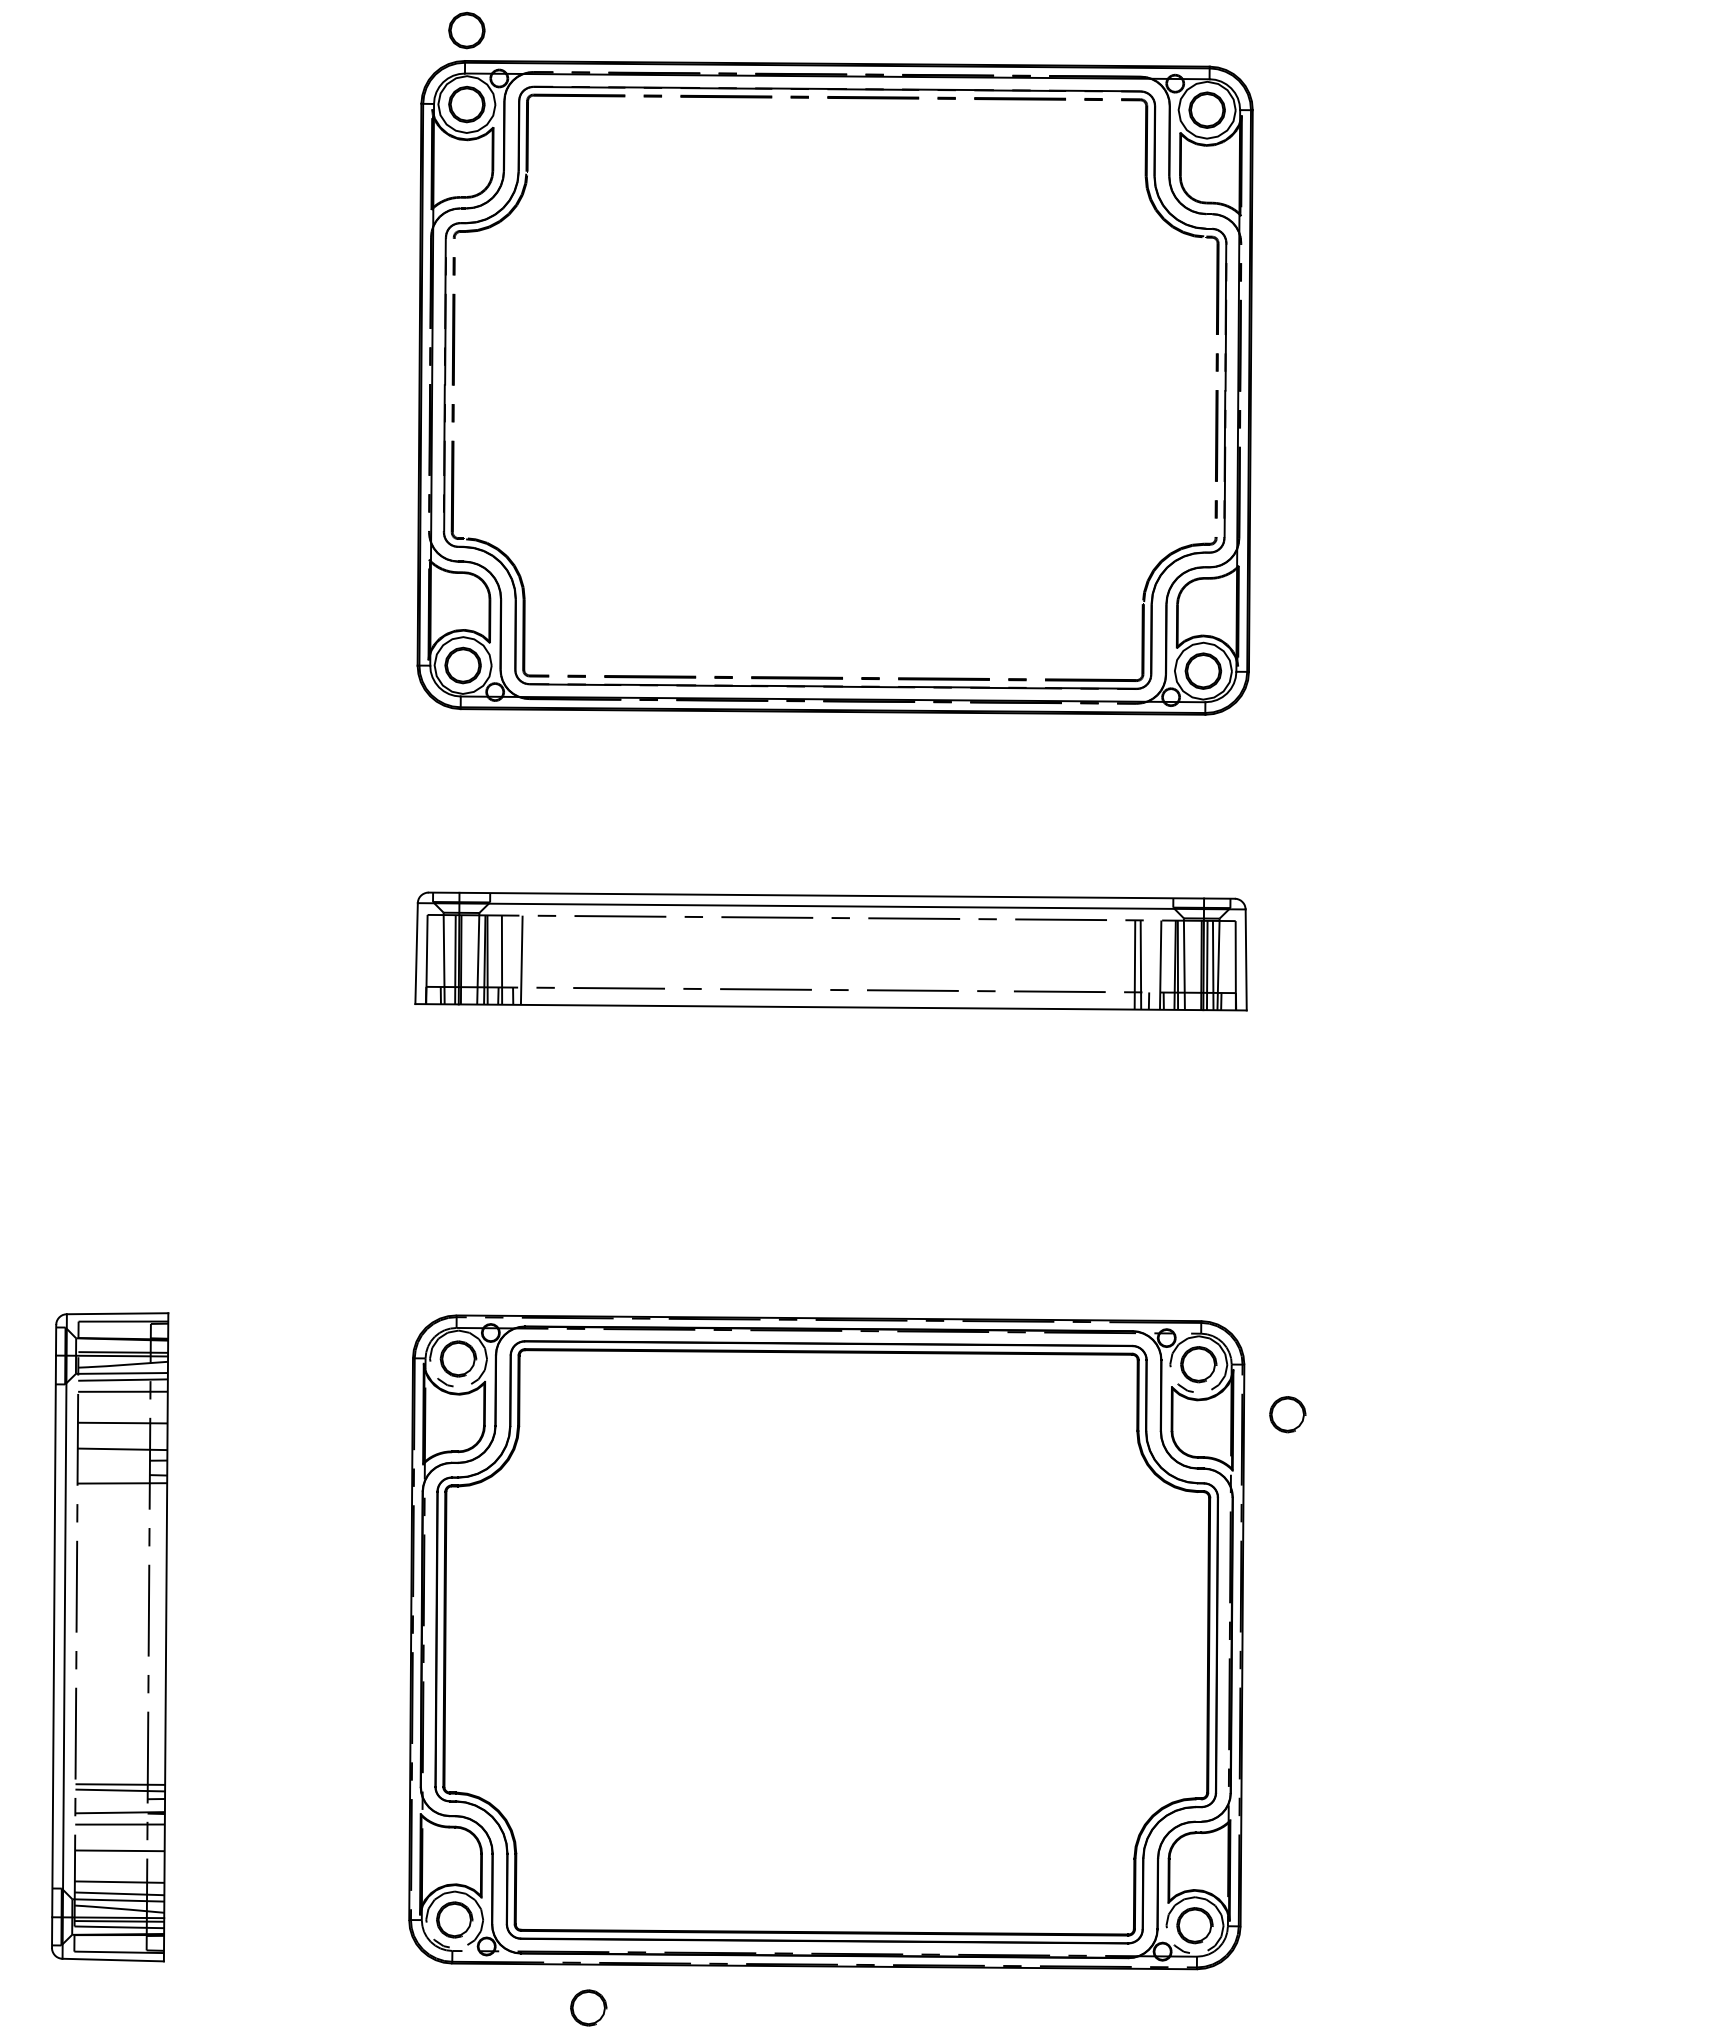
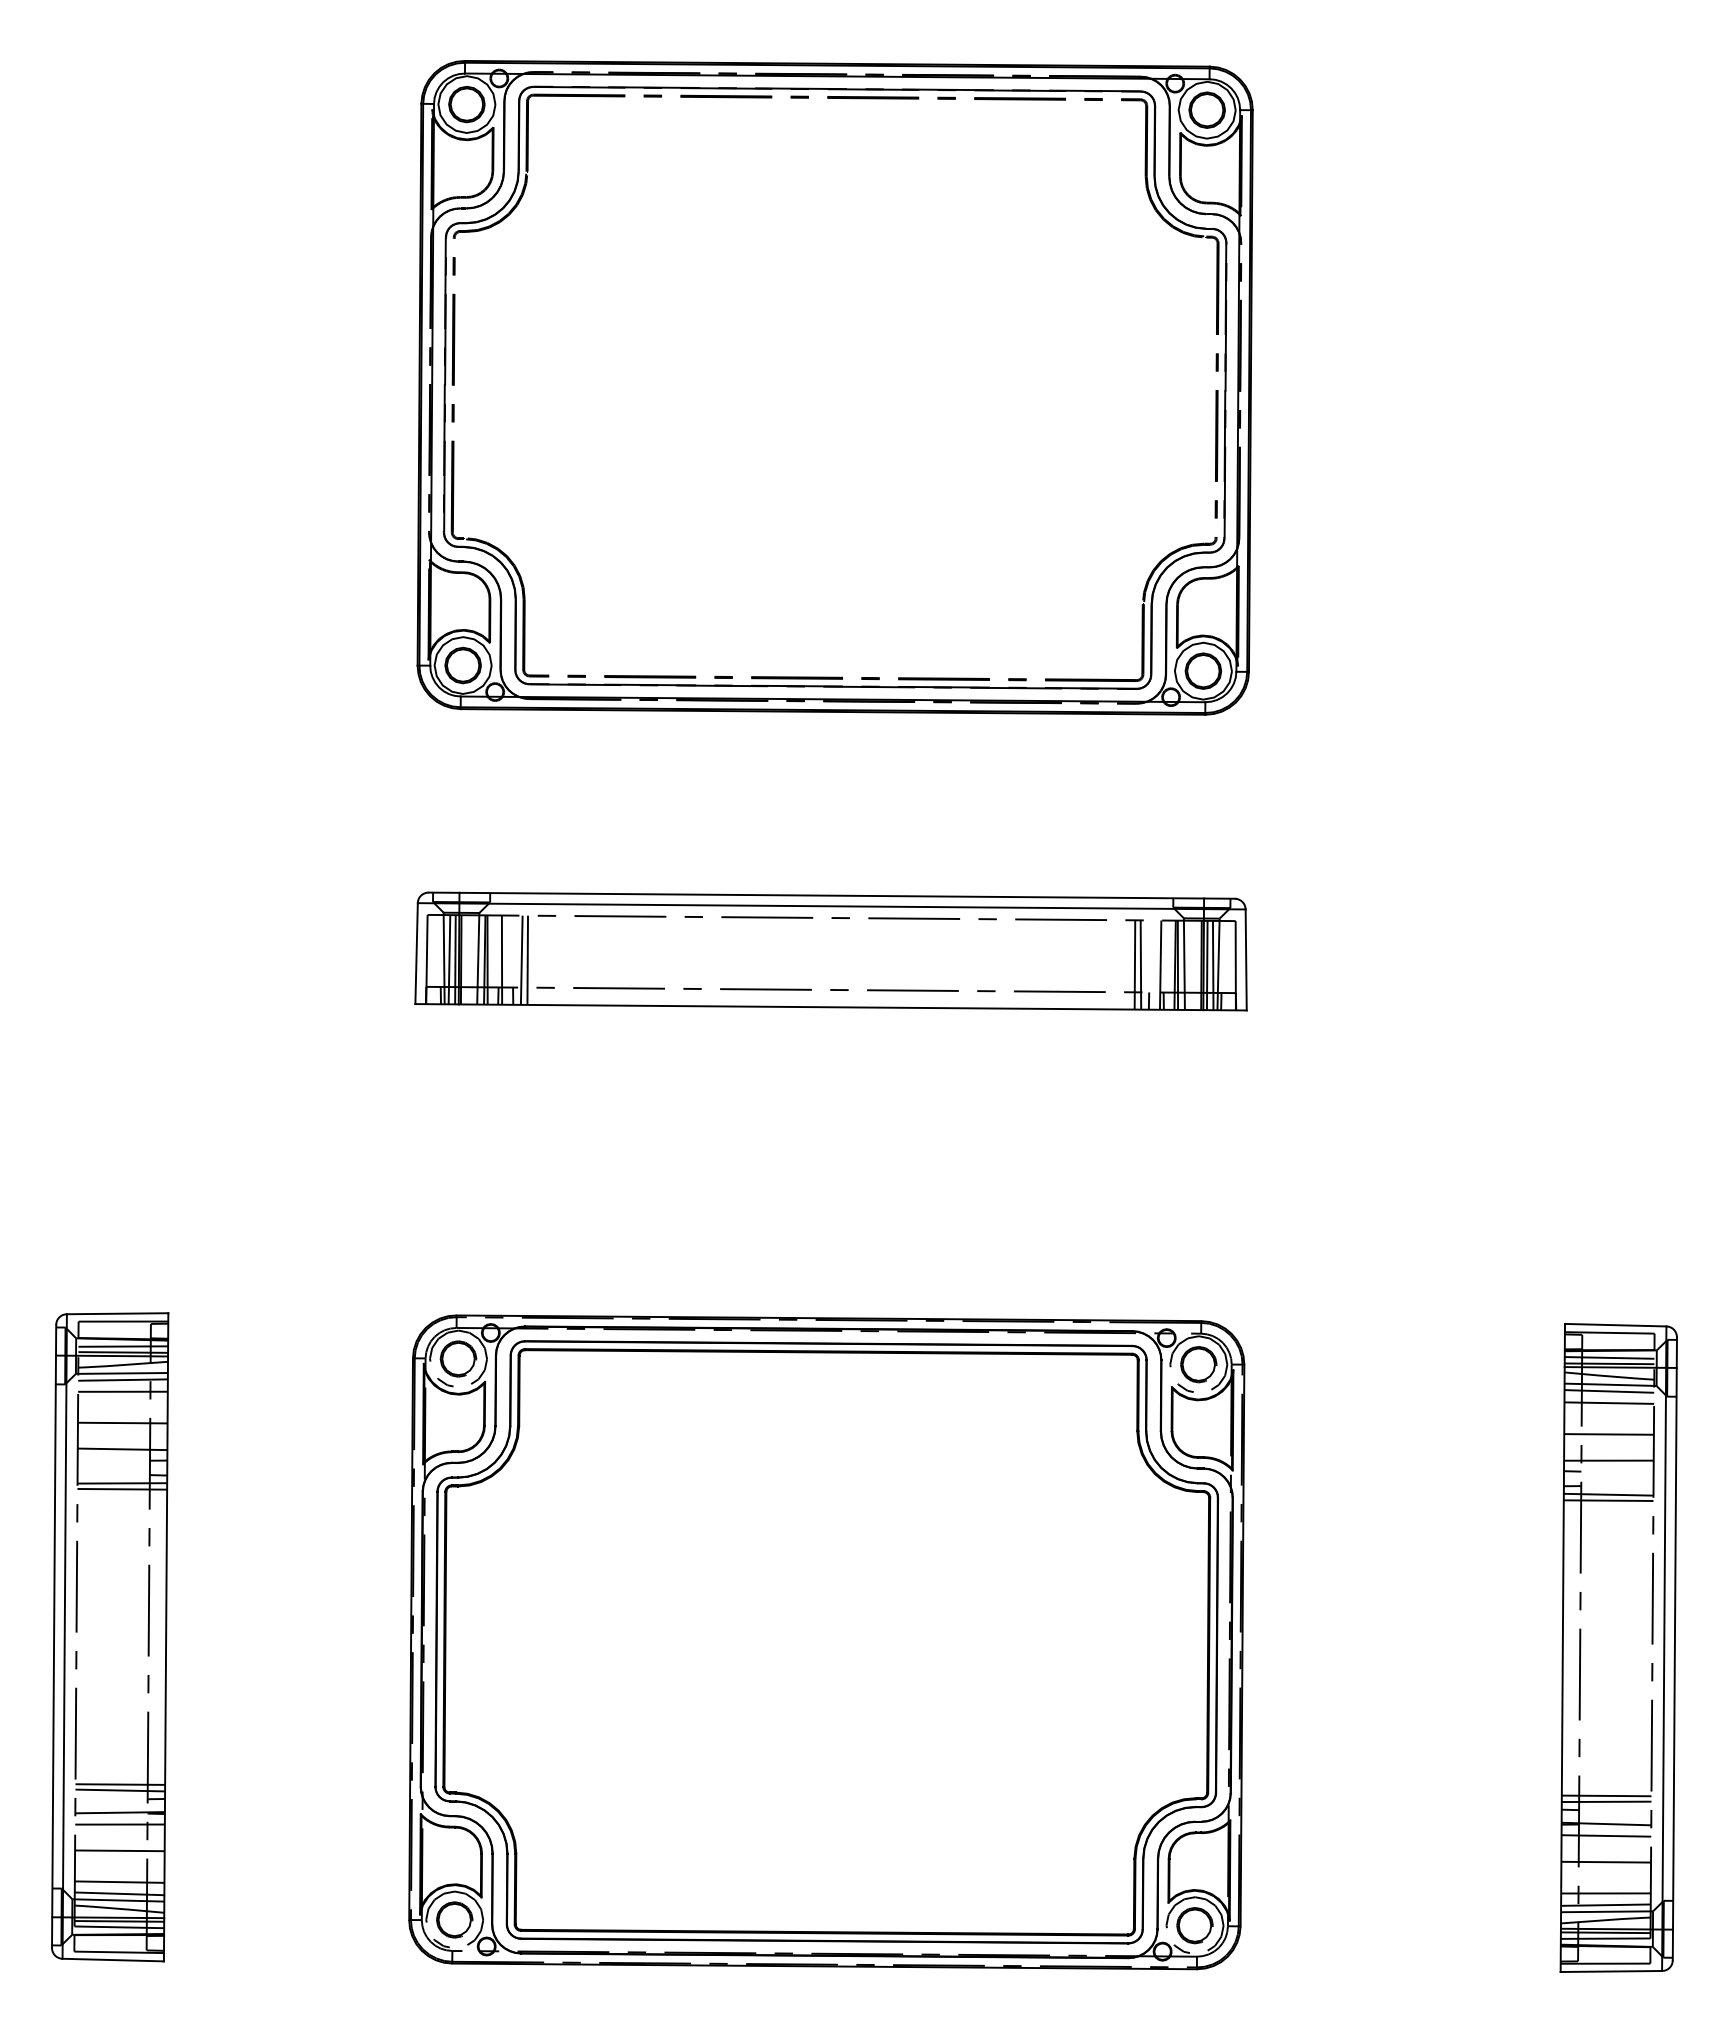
part at (466, 30): present -> none
line at (449, 959): none -> present
line at (527, 959): none -> present
line at (123, 1346): none -> present
part at (1287, 1414): present -> none
line at (122, 1488): none -> present
part at (1618, 1647): none -> present
part at (588, 2007): present -> none
